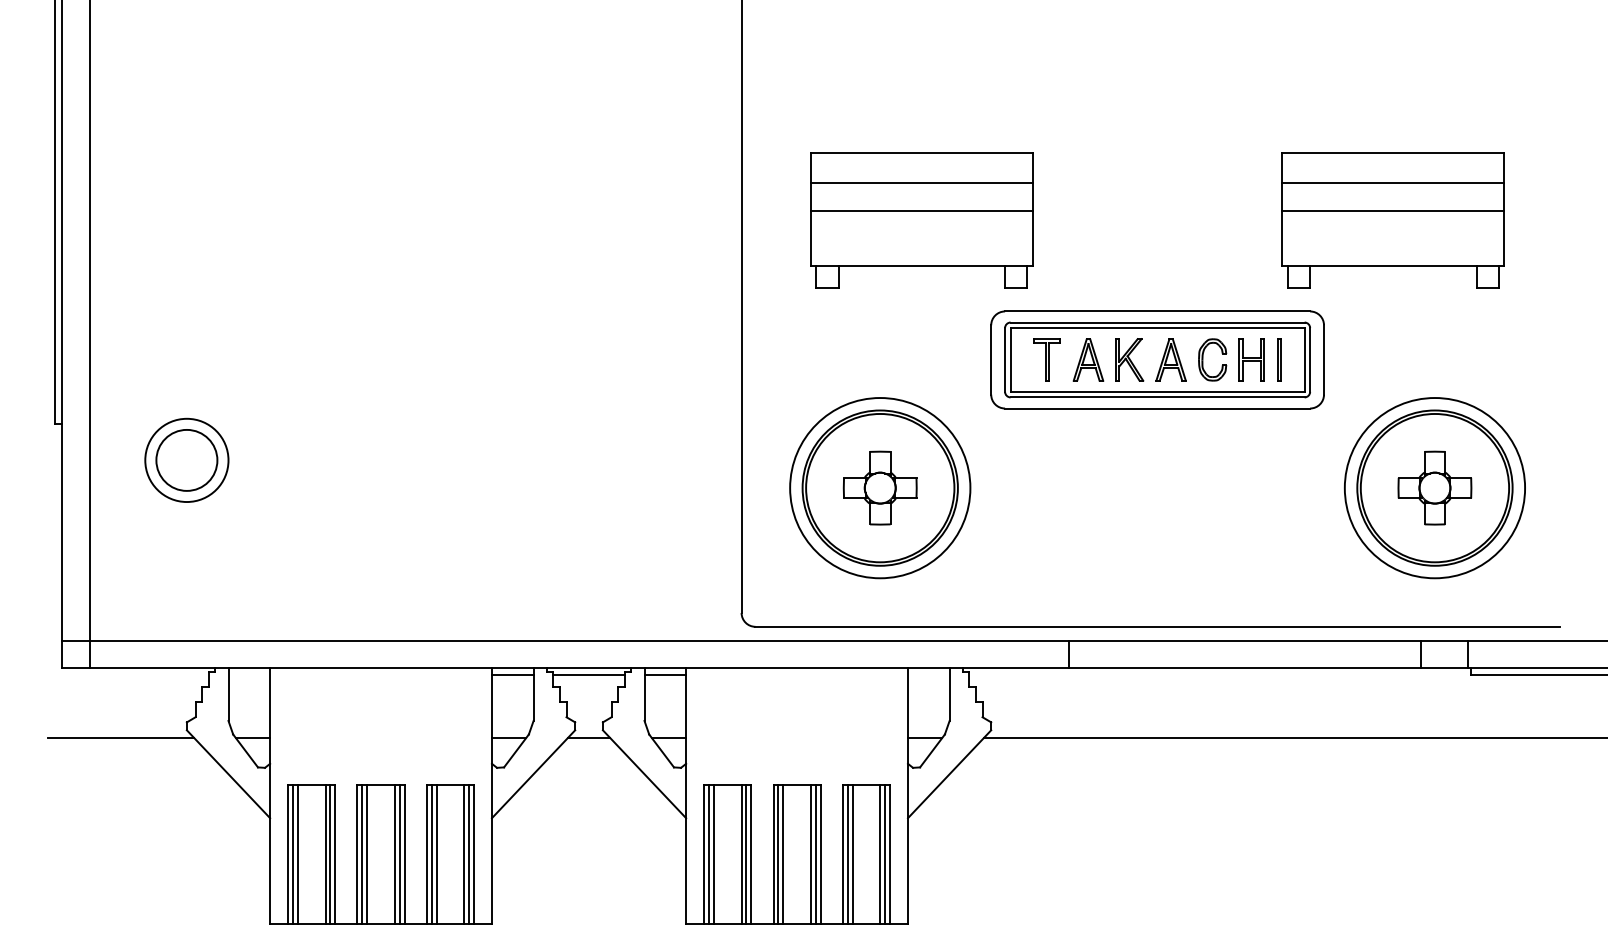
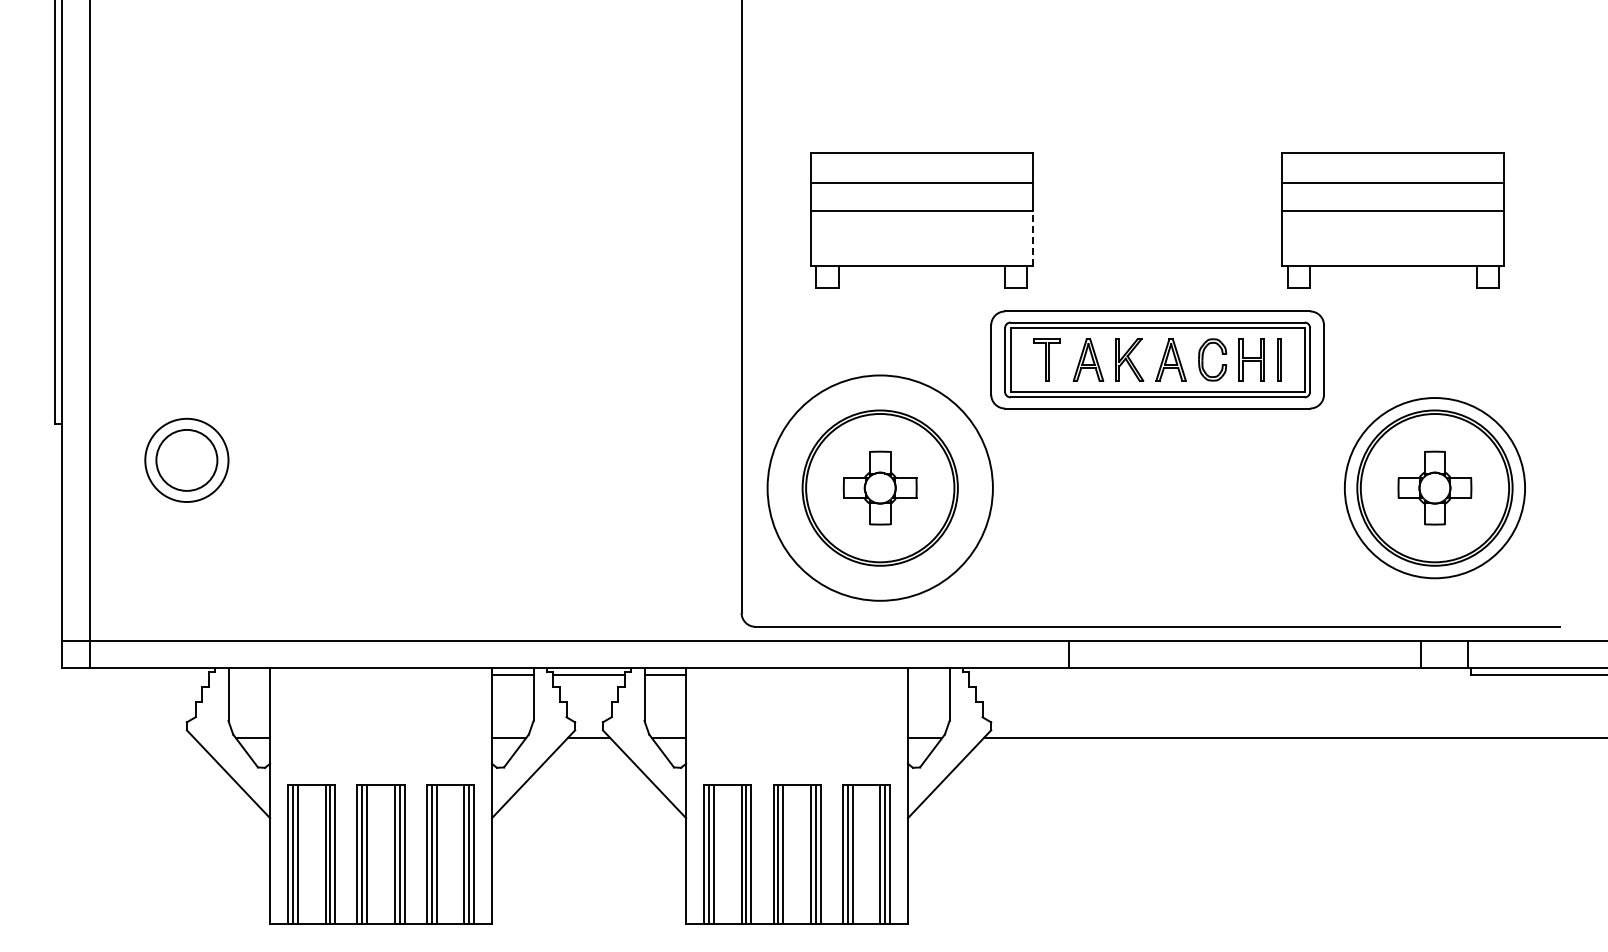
line at (1032, 238): solid -> dashed
circle at (880, 488) diameter: 180 px -> 225 px
line at (120, 737): present -> none
